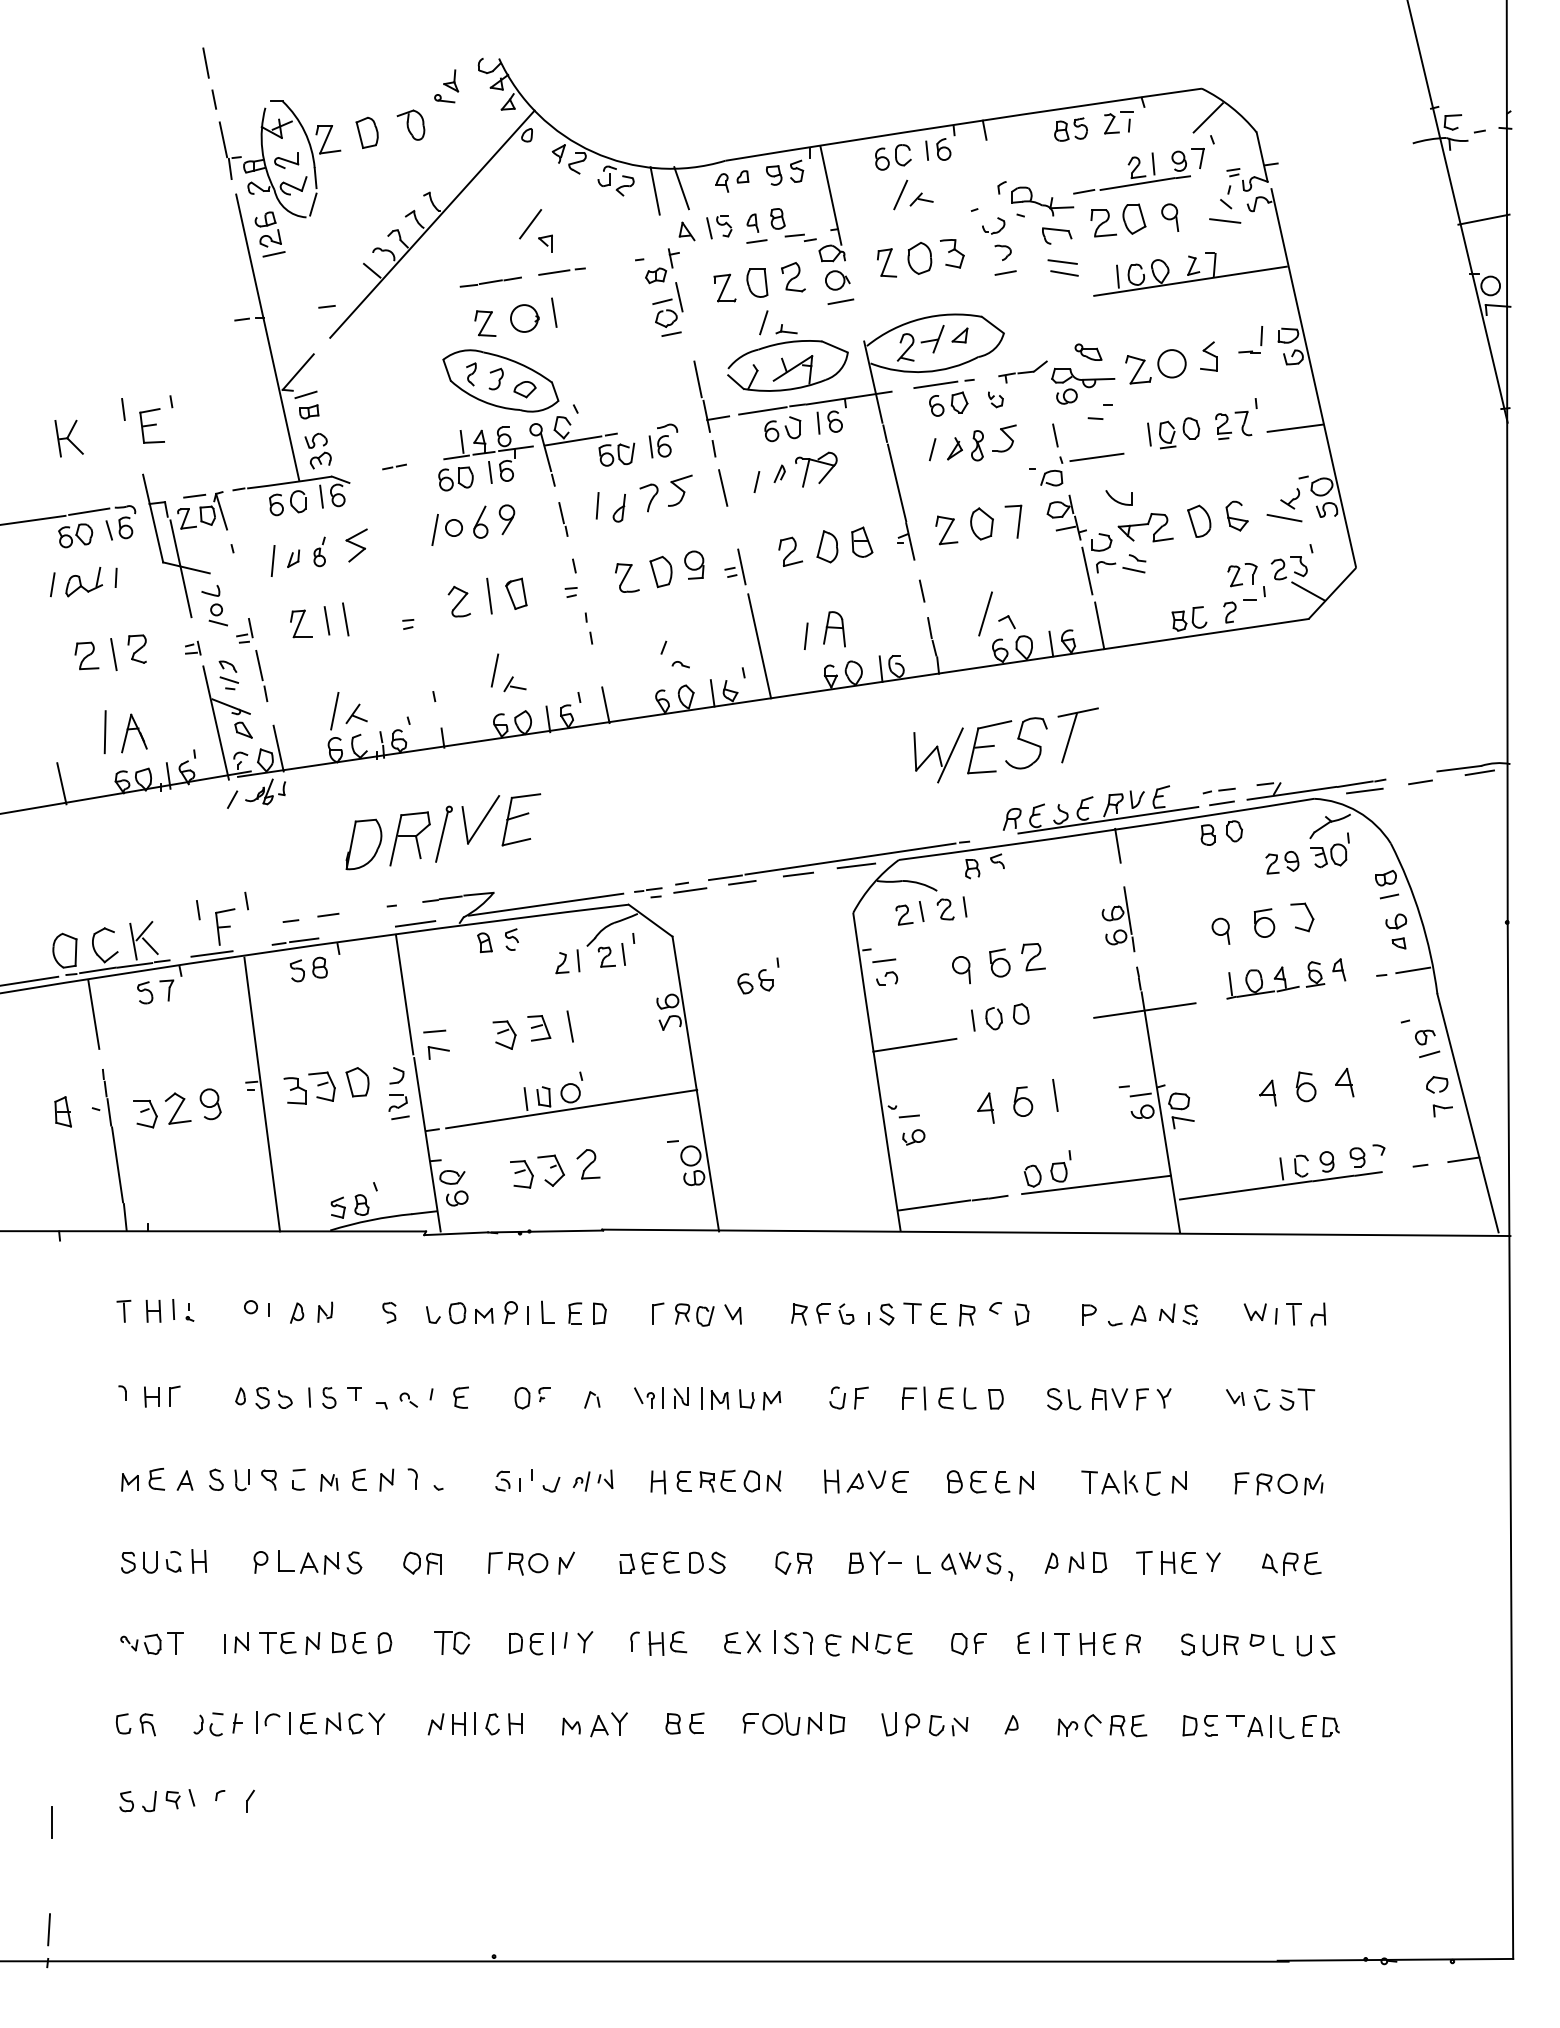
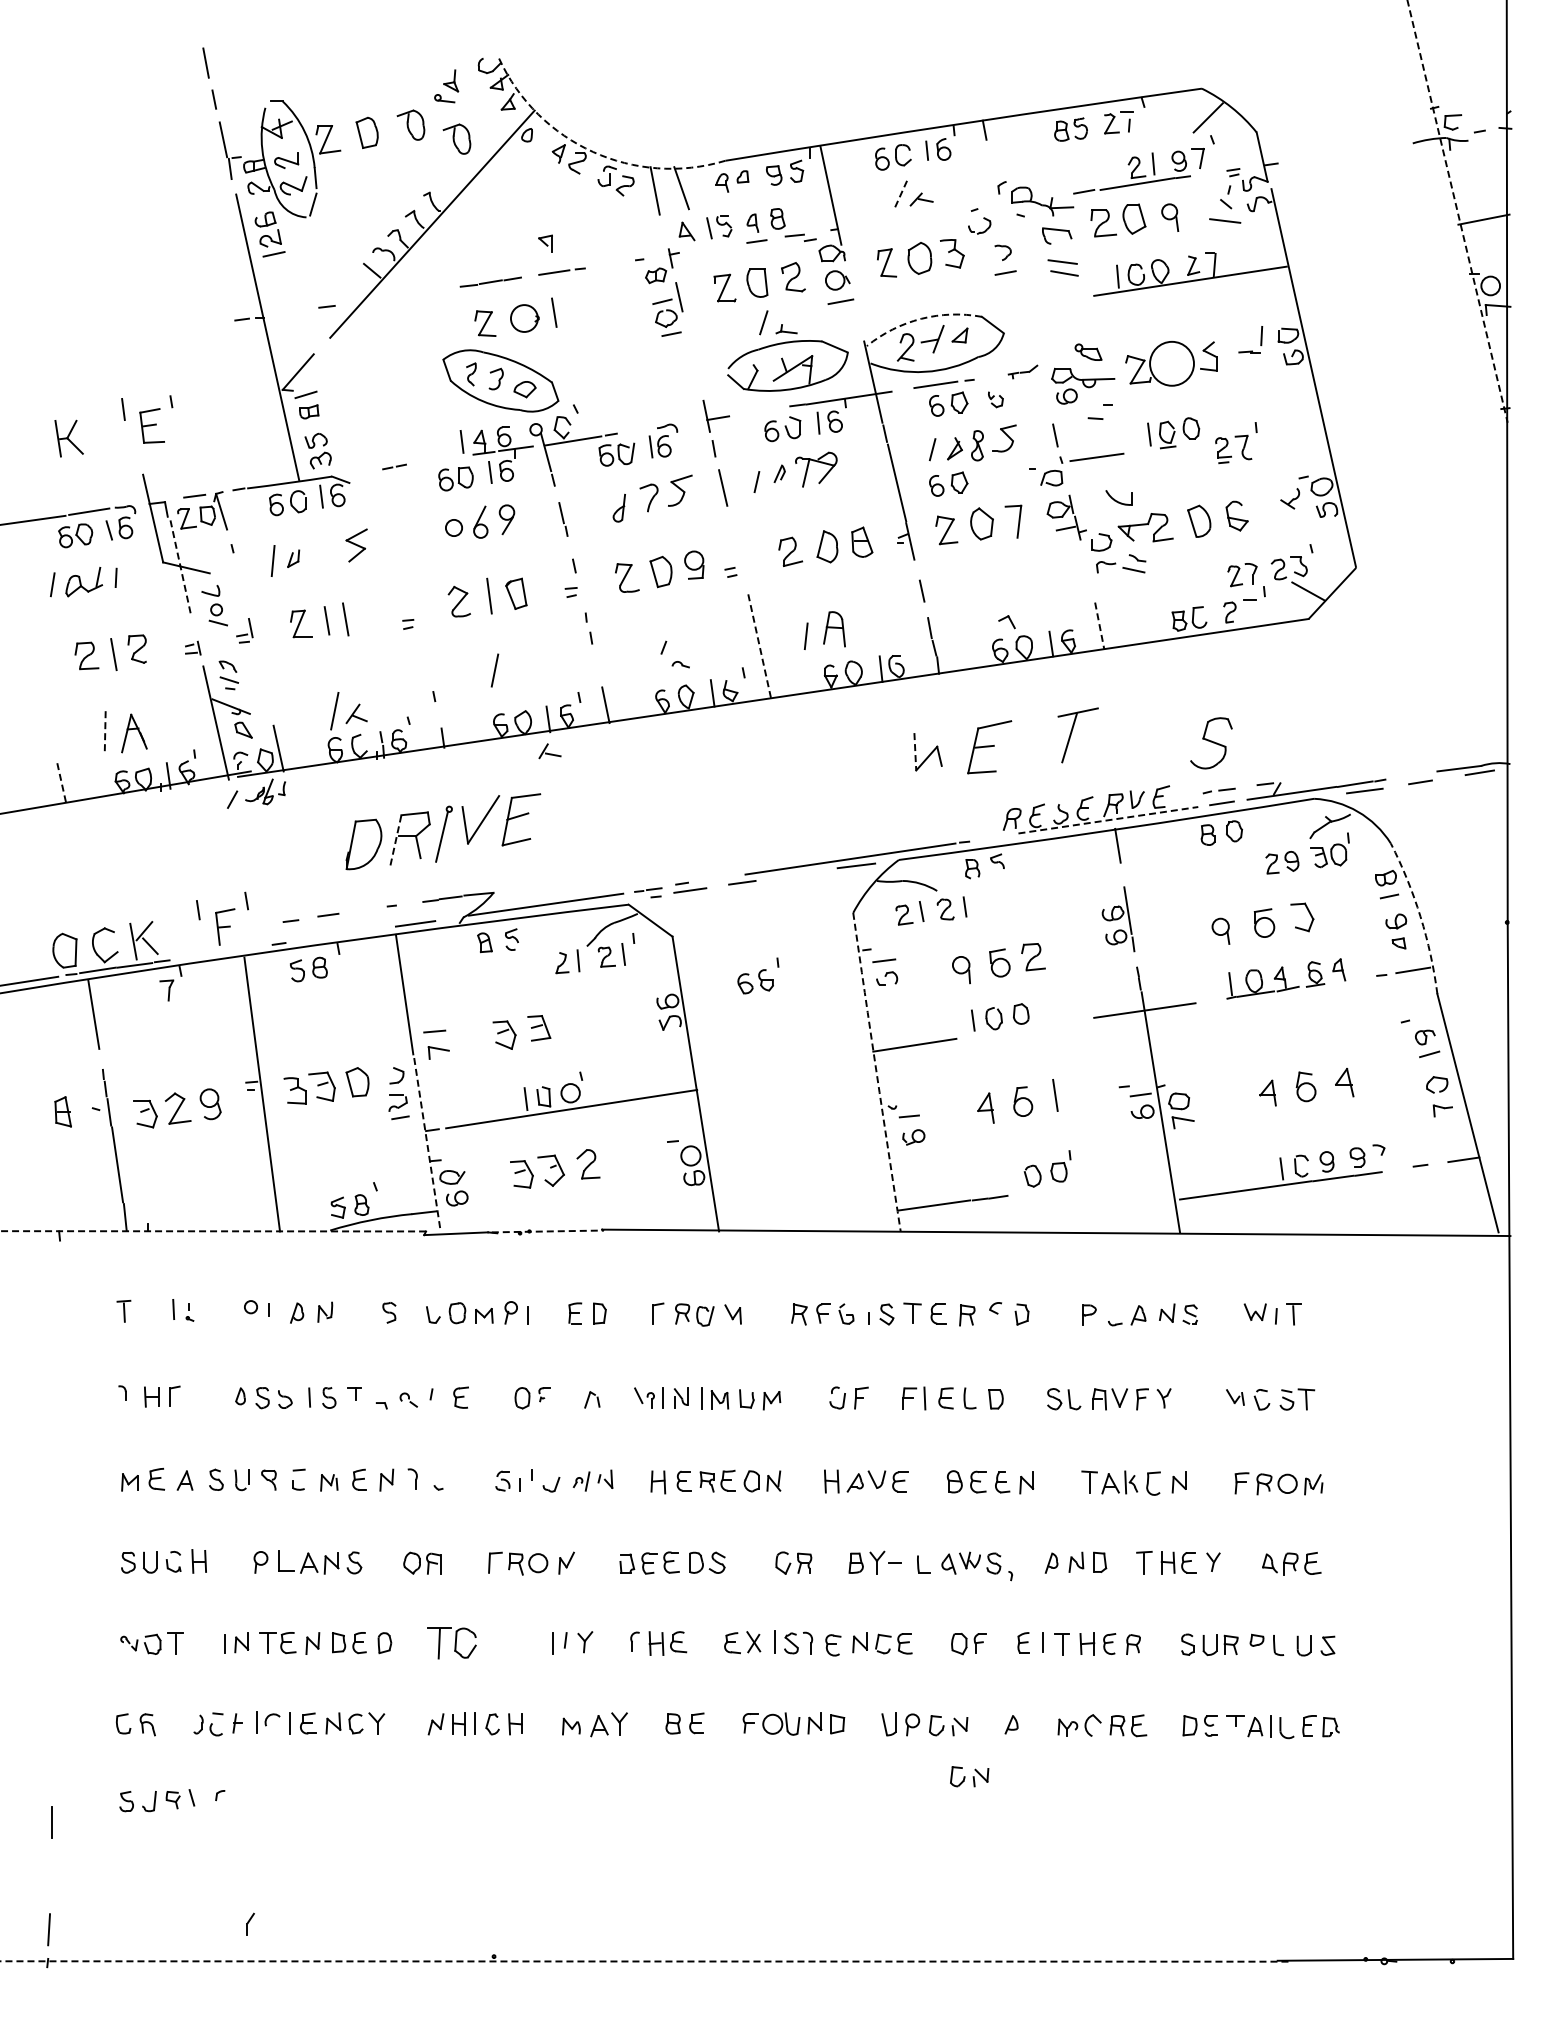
part at (456, 138): none -> present
arc at (593, 152): solid -> dashed
line at (900, 195): solid -> dashed
line at (1457, 211): solid -> dashed
line at (530, 224): present -> none
part at (994, 231) position: (994, 231) -> (980, 231)
arc at (921, 318): solid -> dashed
circle at (1171, 363) diameter: 27 px -> 44 px
part at (1022, 371) size: 50x24 px -> 32x16 px
line at (697, 379): present -> none
line at (762, 410): present -> none
part at (1236, 418) position: (1236, 418) -> (1236, 442)
line at (1295, 427): present -> none
line at (456, 457): present -> none
part at (948, 483): none -> present
line at (597, 505): present -> none
line at (1284, 518): present -> none
line at (434, 529): present -> none
part at (319, 551): present -> none
line at (741, 566): present -> none
line at (180, 568): solid -> dashed
line at (1087, 570): present -> none
line at (985, 613): present -> none
line at (1099, 625): solid -> dashed
line at (759, 646): solid -> dashed
line at (261, 675): present -> none
part at (514, 684) position: (514, 684) -> (549, 751)
line at (105, 732): solid -> dashed
part at (1026, 743) position: (1026, 743) -> (1211, 743)
line at (915, 751): solid -> dashed
line at (950, 755): present -> none
line at (61, 784): solid -> dashed
line at (1108, 820): solid -> dashed
line at (395, 840): solid -> dashed
line at (798, 874): present -> none
line at (725, 877): present -> none
arc at (1420, 916): solid -> dashed
line at (304, 940): present -> none
line at (211, 953): present -> none
part at (145, 992): present -> none
line at (570, 1026): present -> none
arc at (876, 1072): solid -> dashed
line at (427, 1144): solid -> dashed
line at (1096, 1184): present -> none
line at (213, 1231): solid -> dashed
line at (547, 1231): solid -> dashed
part at (153, 1310): present -> none
part at (547, 1311): present -> none
part at (1317, 1314): present -> none
part at (451, 1642) size: 36x24 px -> 50x33 px
part at (526, 1643): present -> none
part at (969, 1776): none -> present
part at (250, 1800) position: (250, 1800) -> (250, 1923)
line at (644, 1961): solid -> dashed
